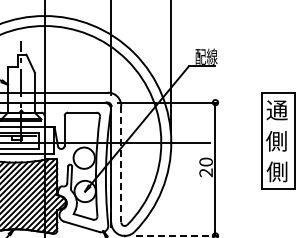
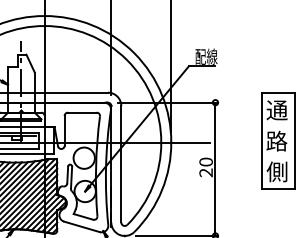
text at (276, 140): 側 -> 路
line at (121, 164): dashed -> solid
line at (177, 235): dashed -> solid
